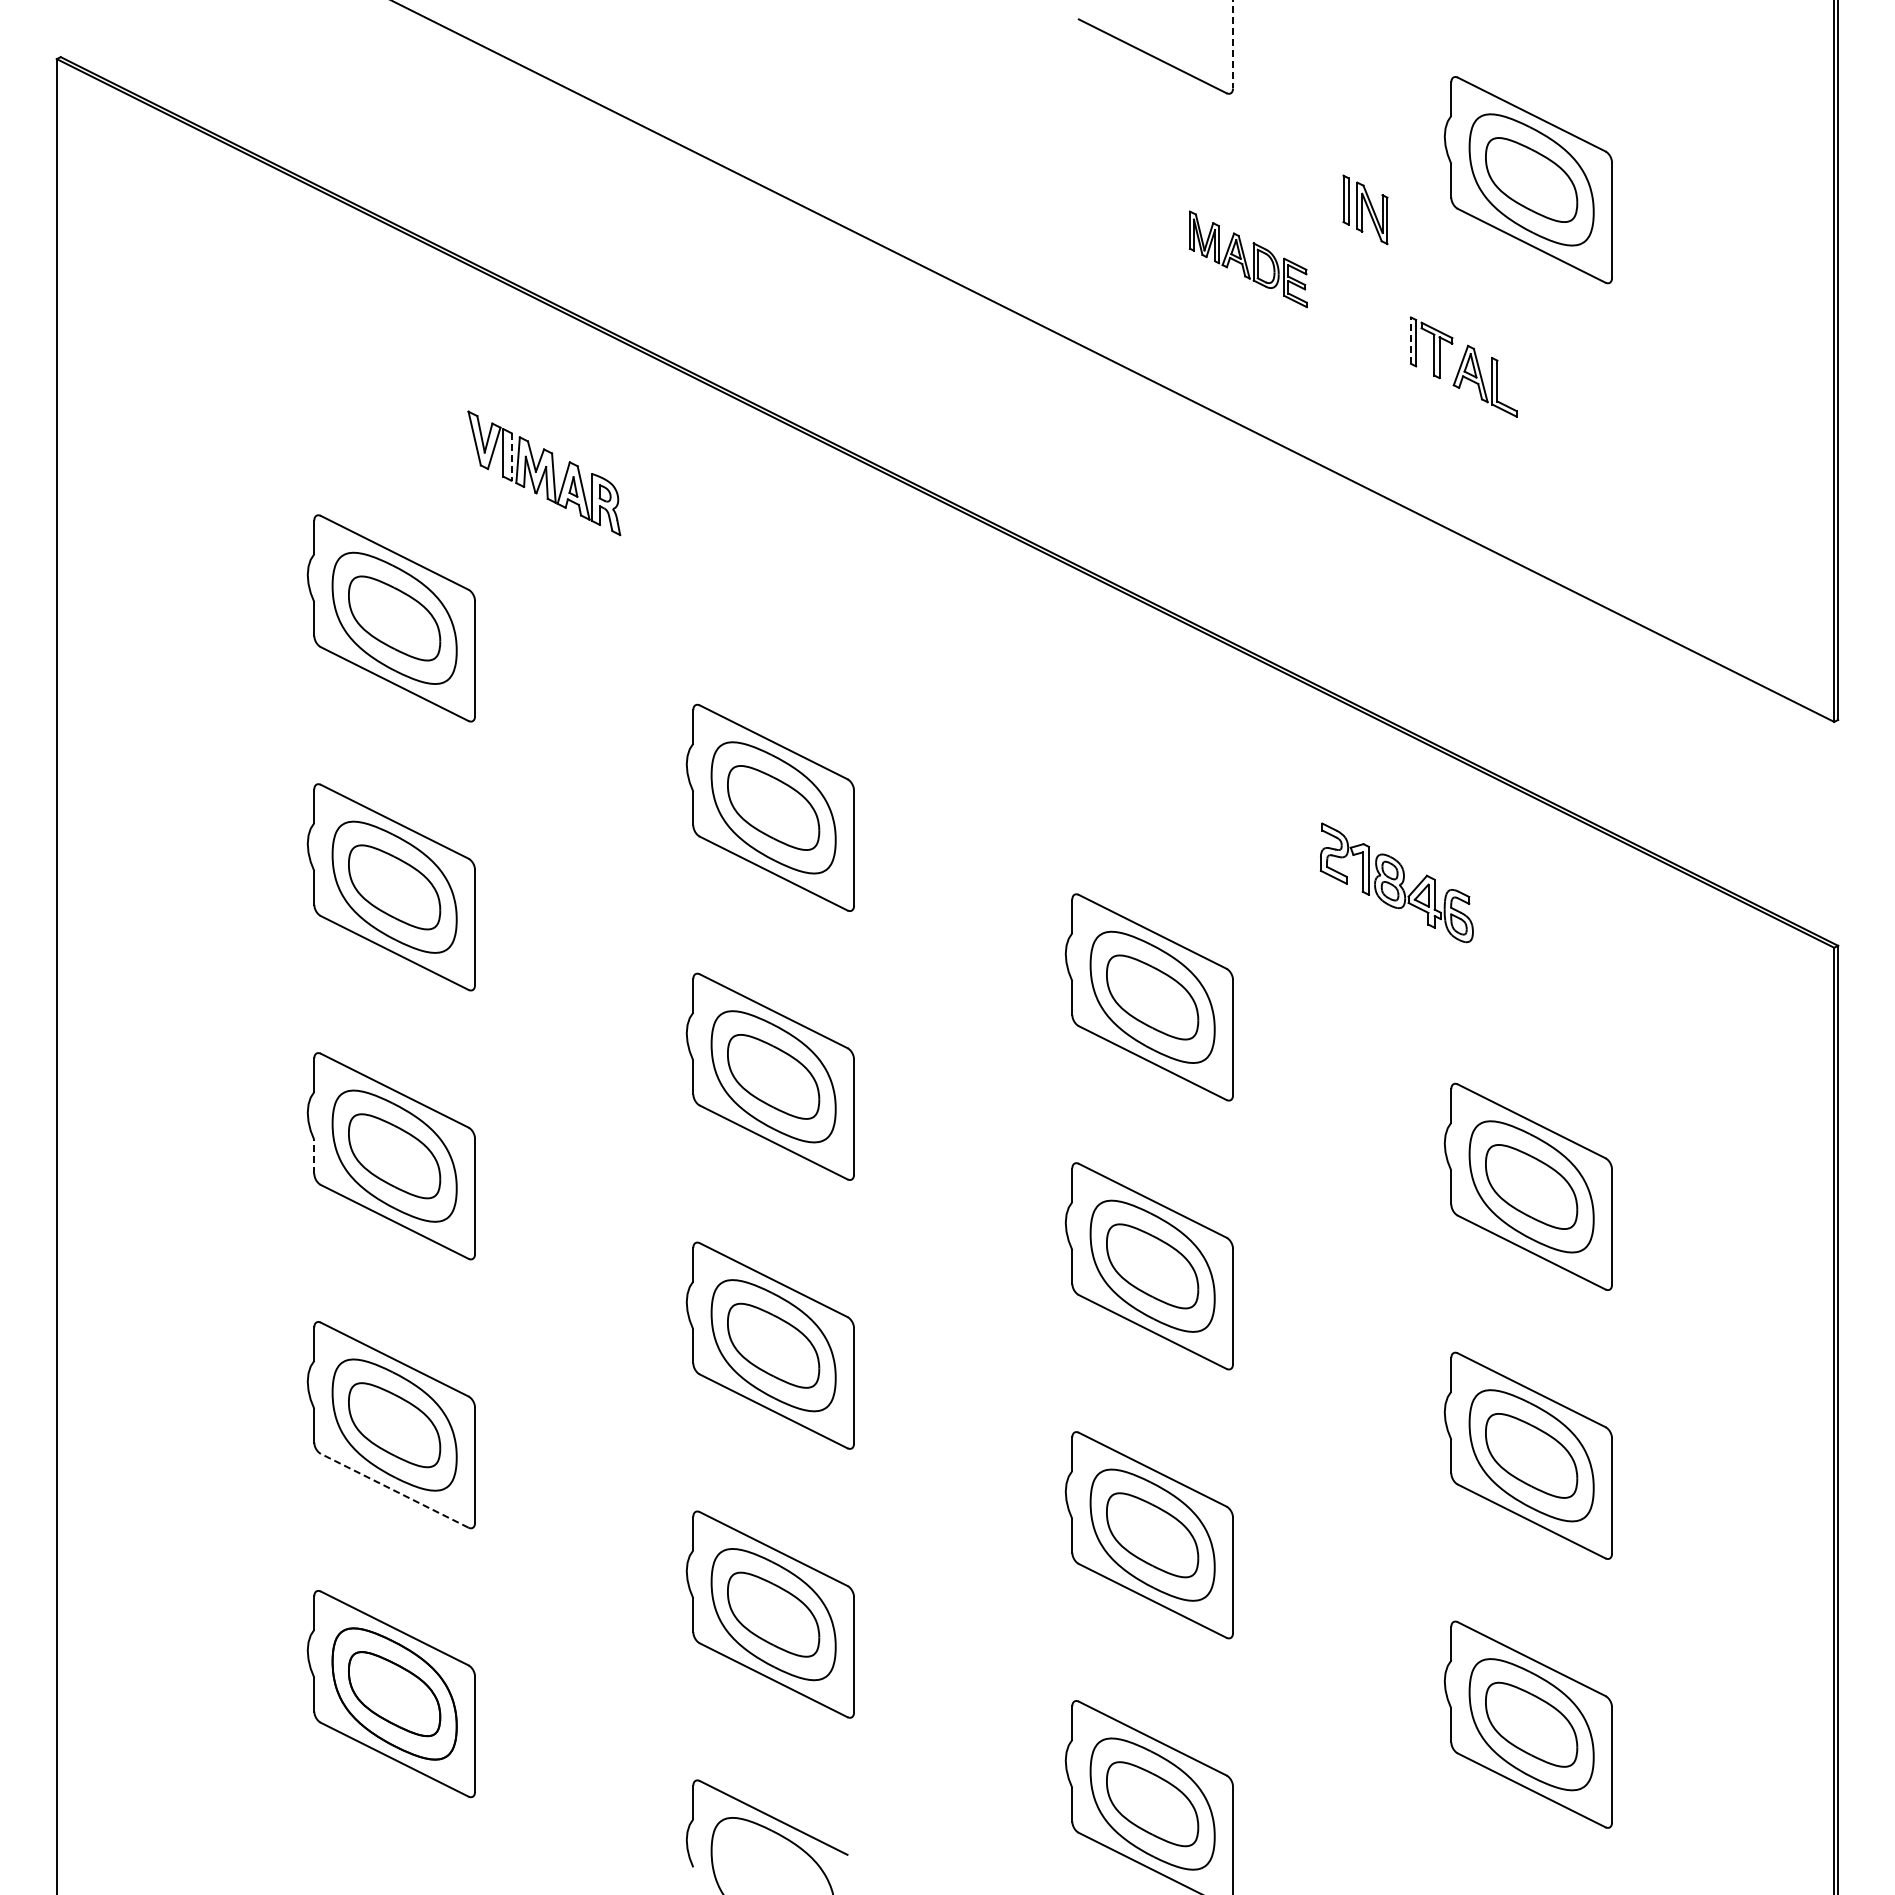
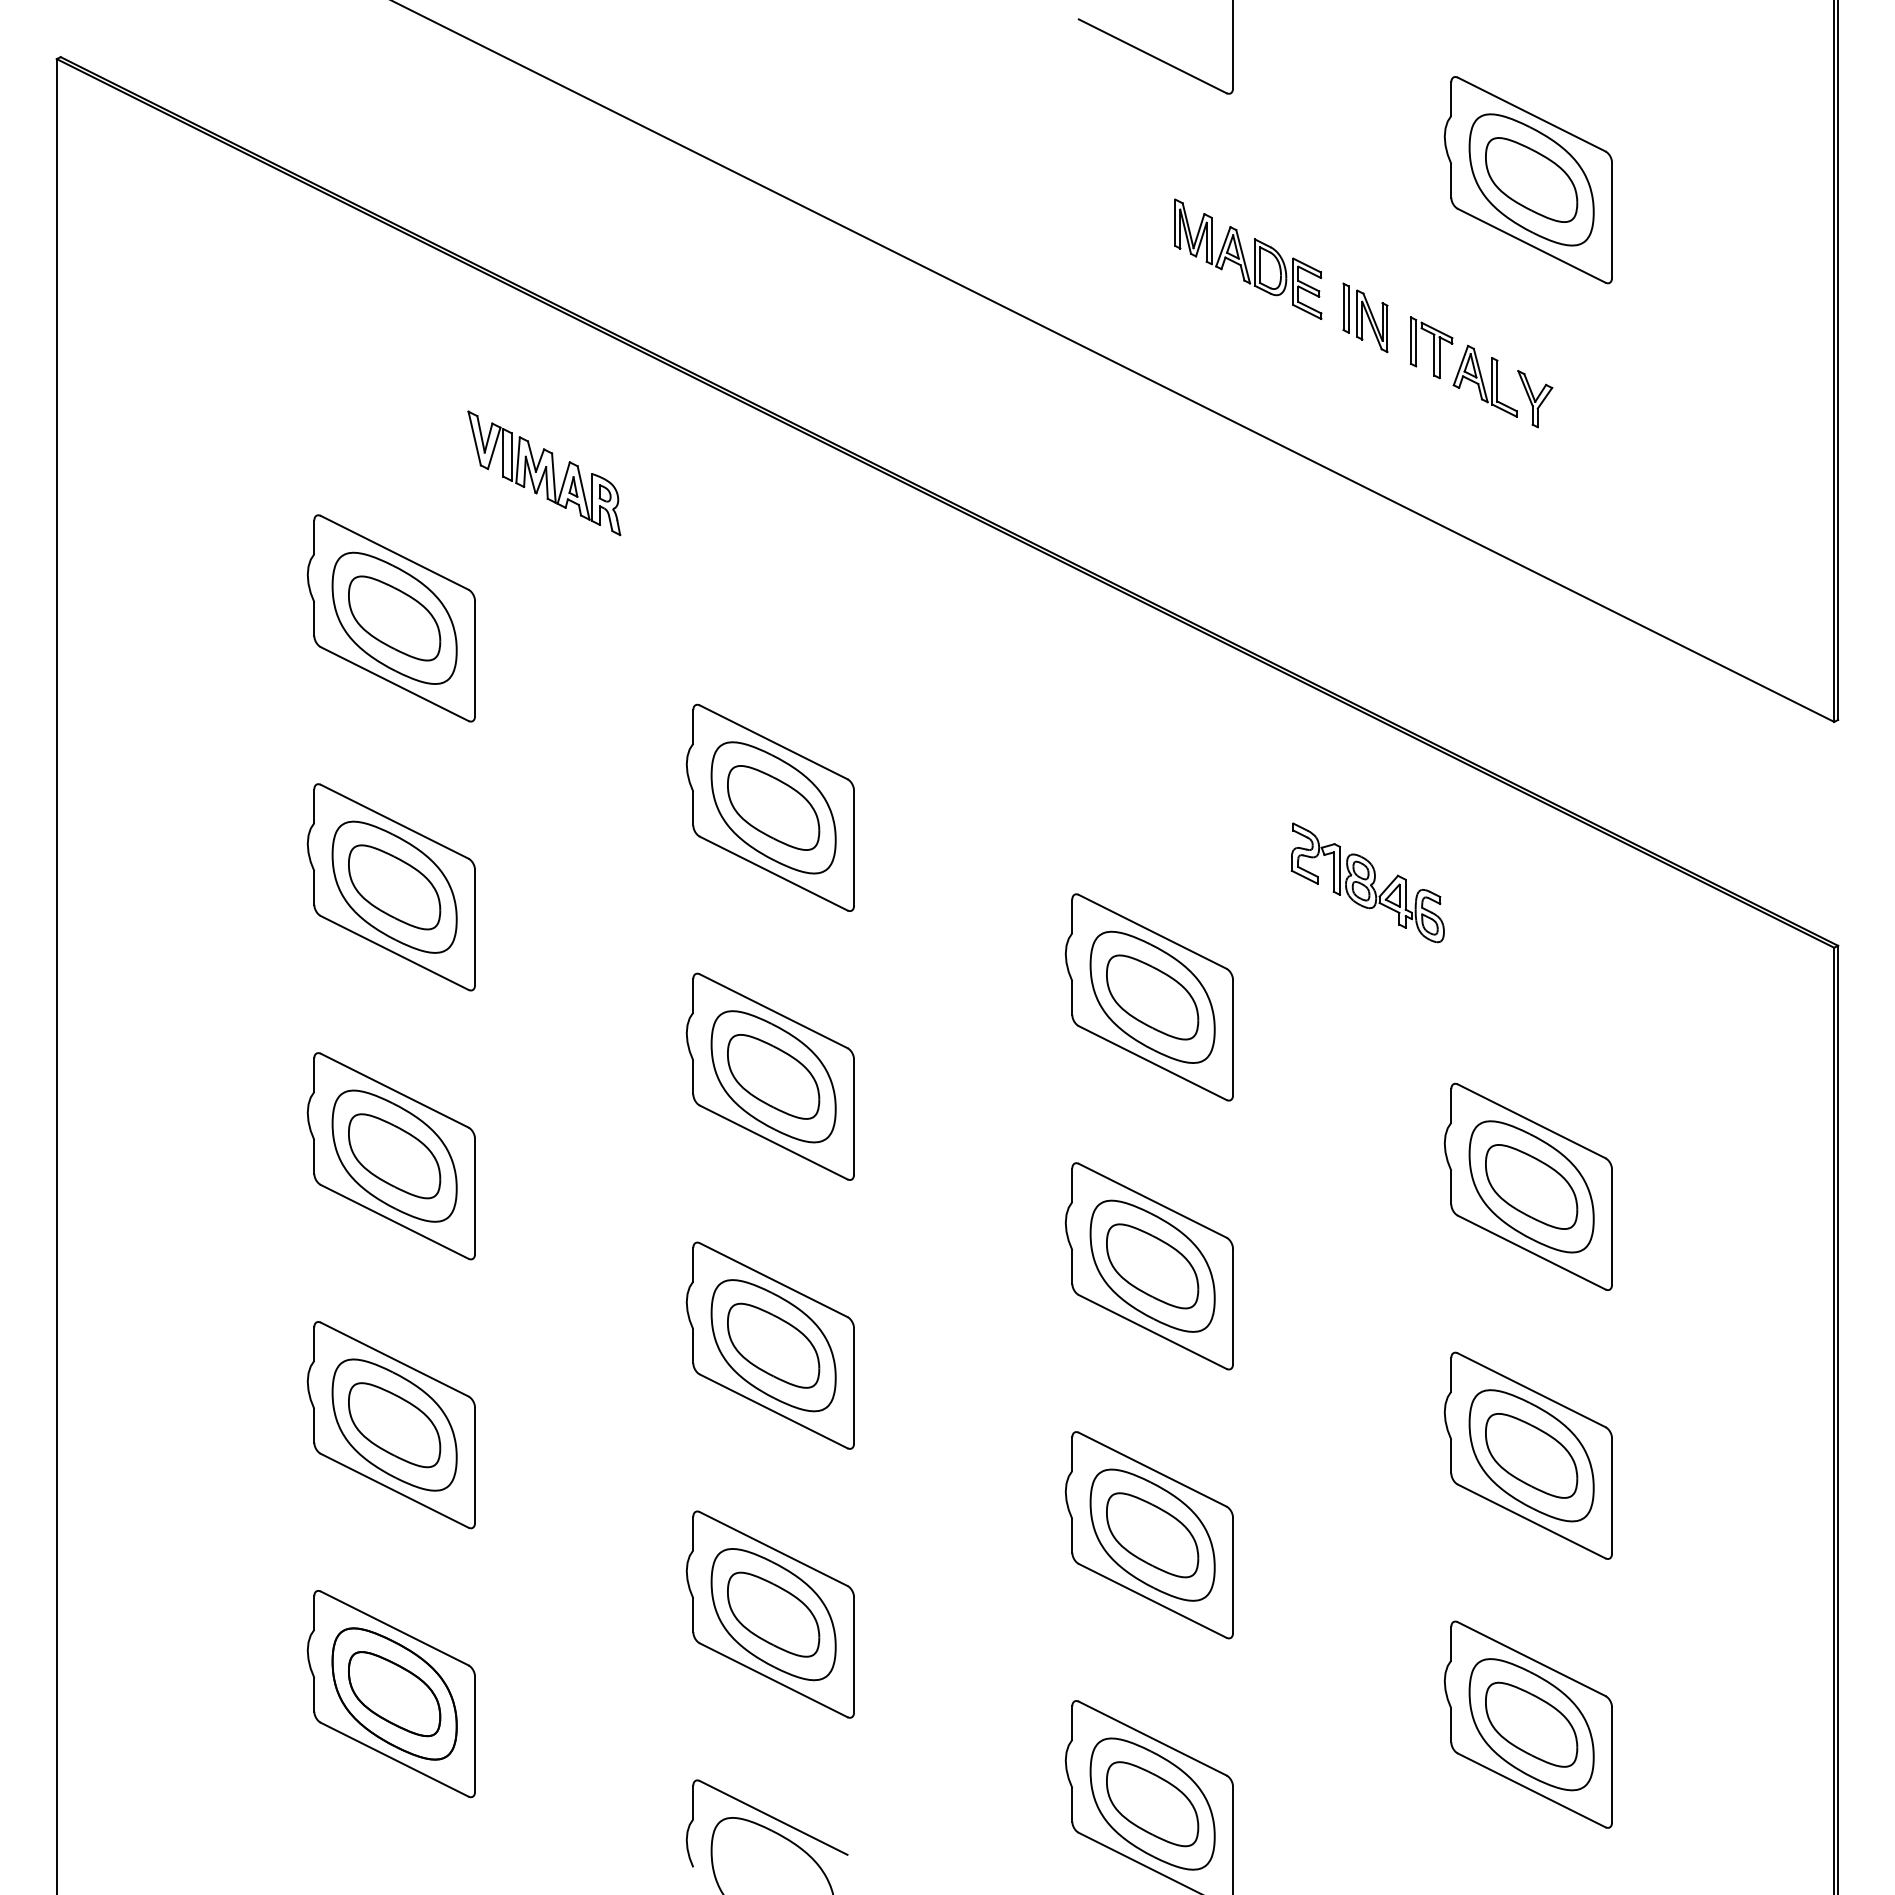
line at (1233, 44): dashed -> solid
part at (1365, 209) position: (1365, 209) -> (1365, 317)
part at (1248, 258) size: 119x98 px -> 149x123 px
line at (1410, 340): dashed -> solid
part at (1535, 399): none -> present
line at (511, 456): dashed -> solid
part at (1396, 882) position: (1396, 882) -> (1367, 882)
line at (314, 1156): dashed -> solid
line at (394, 1490): dashed -> solid
